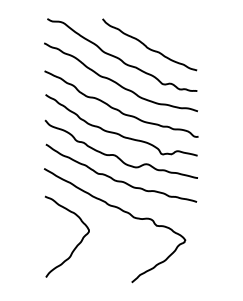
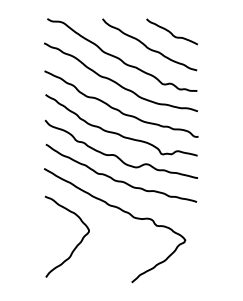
curve at (170, 31): none -> present
